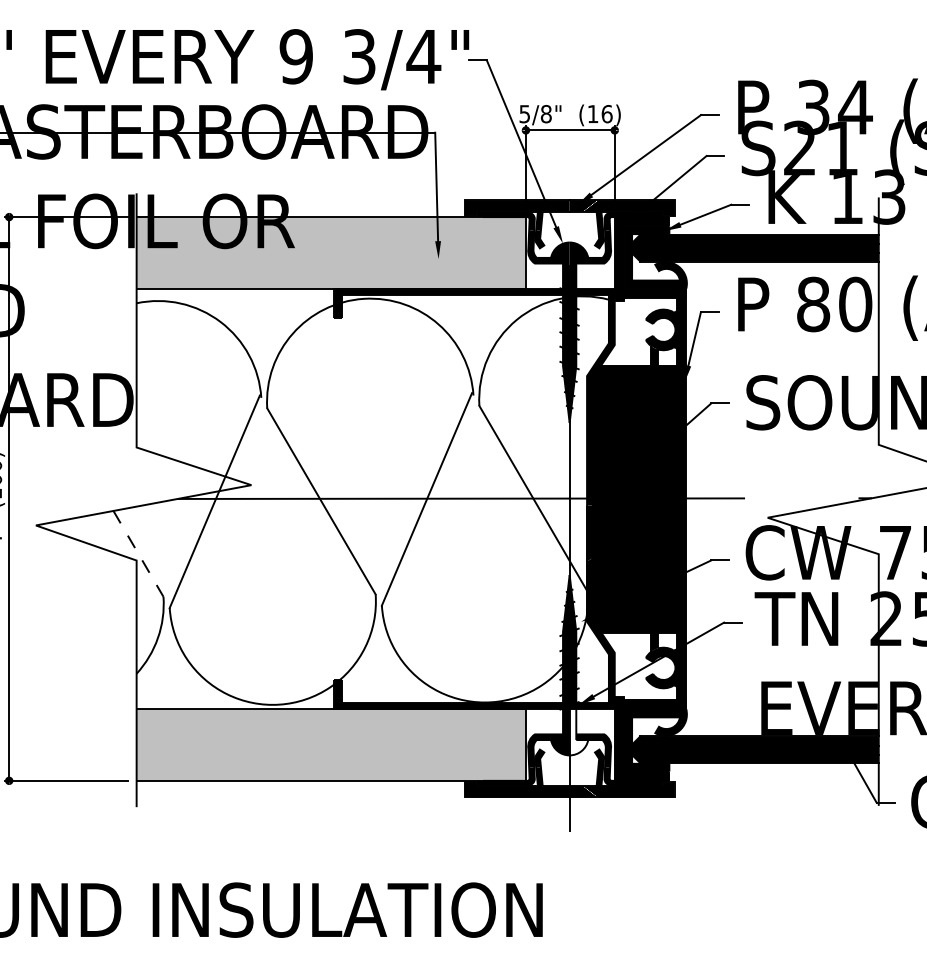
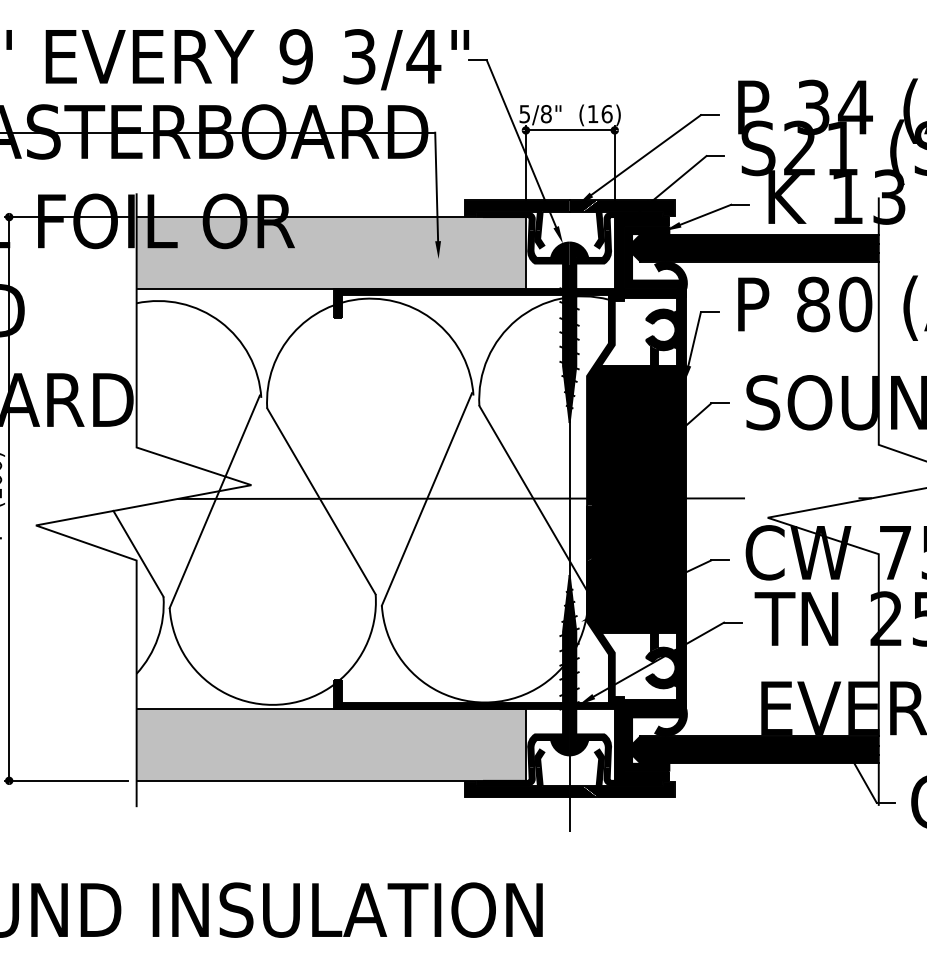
line at (138, 553): dashed -> solid
fill at (578, 731): none -> present
